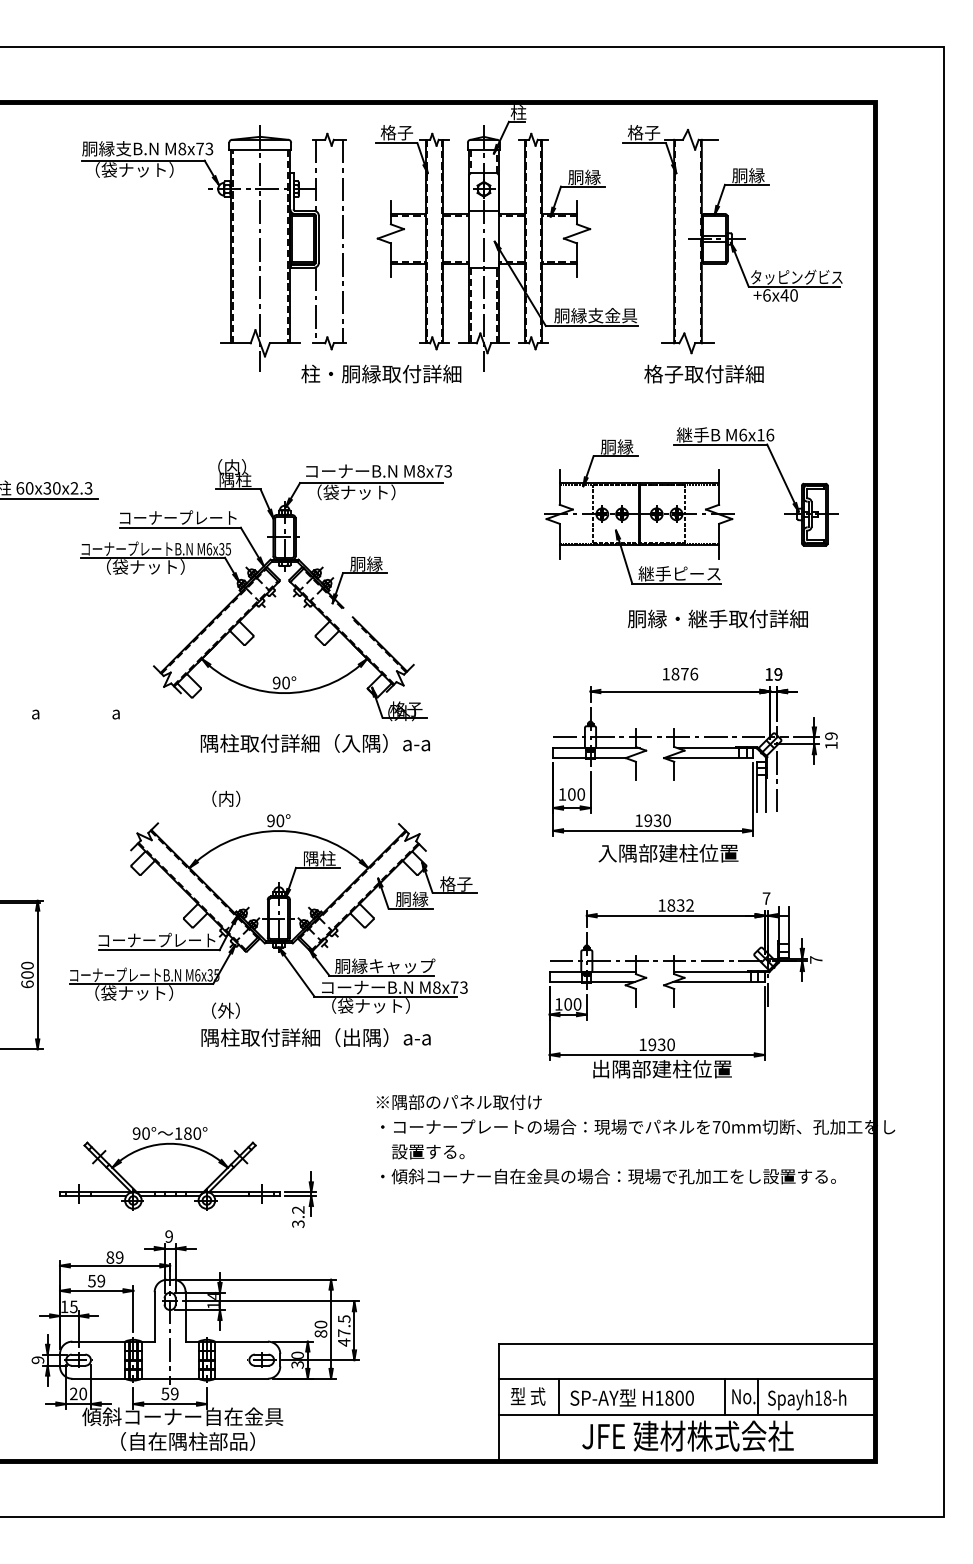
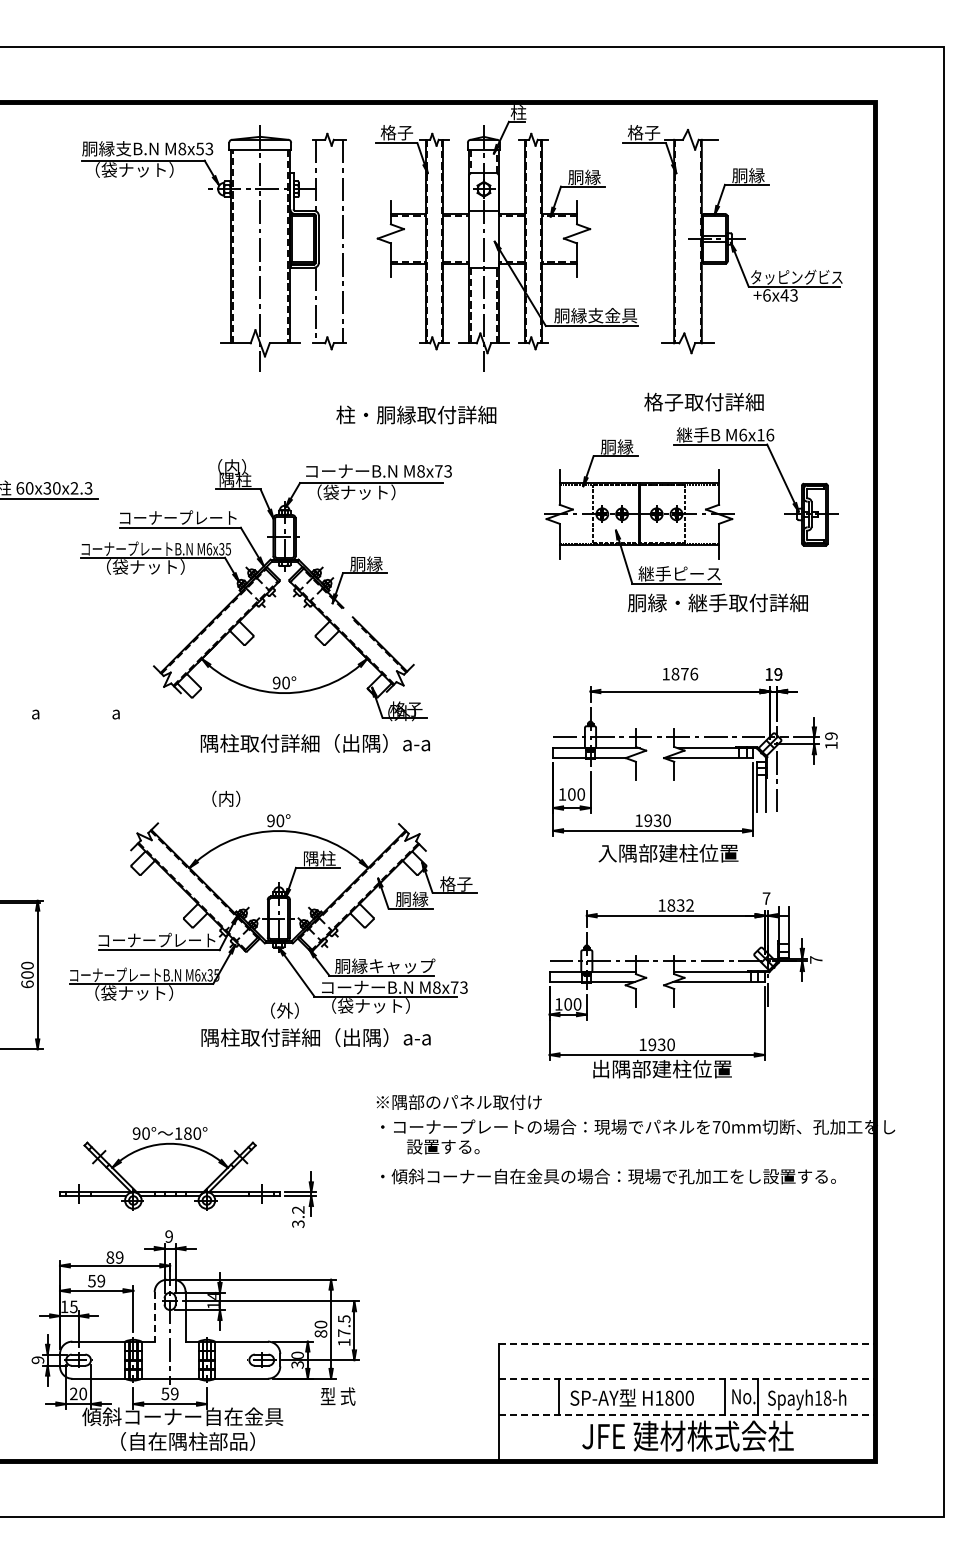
text at (199, 148): M8x73 -> M8x53
text at (793, 295): +6x40 -> +6x43
part at (381, 373) position: (381, 373) -> (416, 414)
text at (703, 373) position: (703, 373) -> (703, 401)
text at (717, 618) position: (717, 618) -> (717, 602)
text at (351, 743): 隅柱取付詳細（入隅）a-a -> 隅柱取付詳細（出隅）a-a
text at (225, 1010) position: (225, 1010) -> (284, 1010)
text at (428, 1151) position: (428, 1151) -> (443, 1146)
line at (154, 1316): solid -> dashed
text at (344, 1342): 47.5 -> 17.5
line at (687, 1343): solid -> dashed
line at (687, 1379): solid -> dashed
text at (527, 1396) position: (527, 1396) -> (337, 1396)
line at (687, 1414): solid -> dashed
